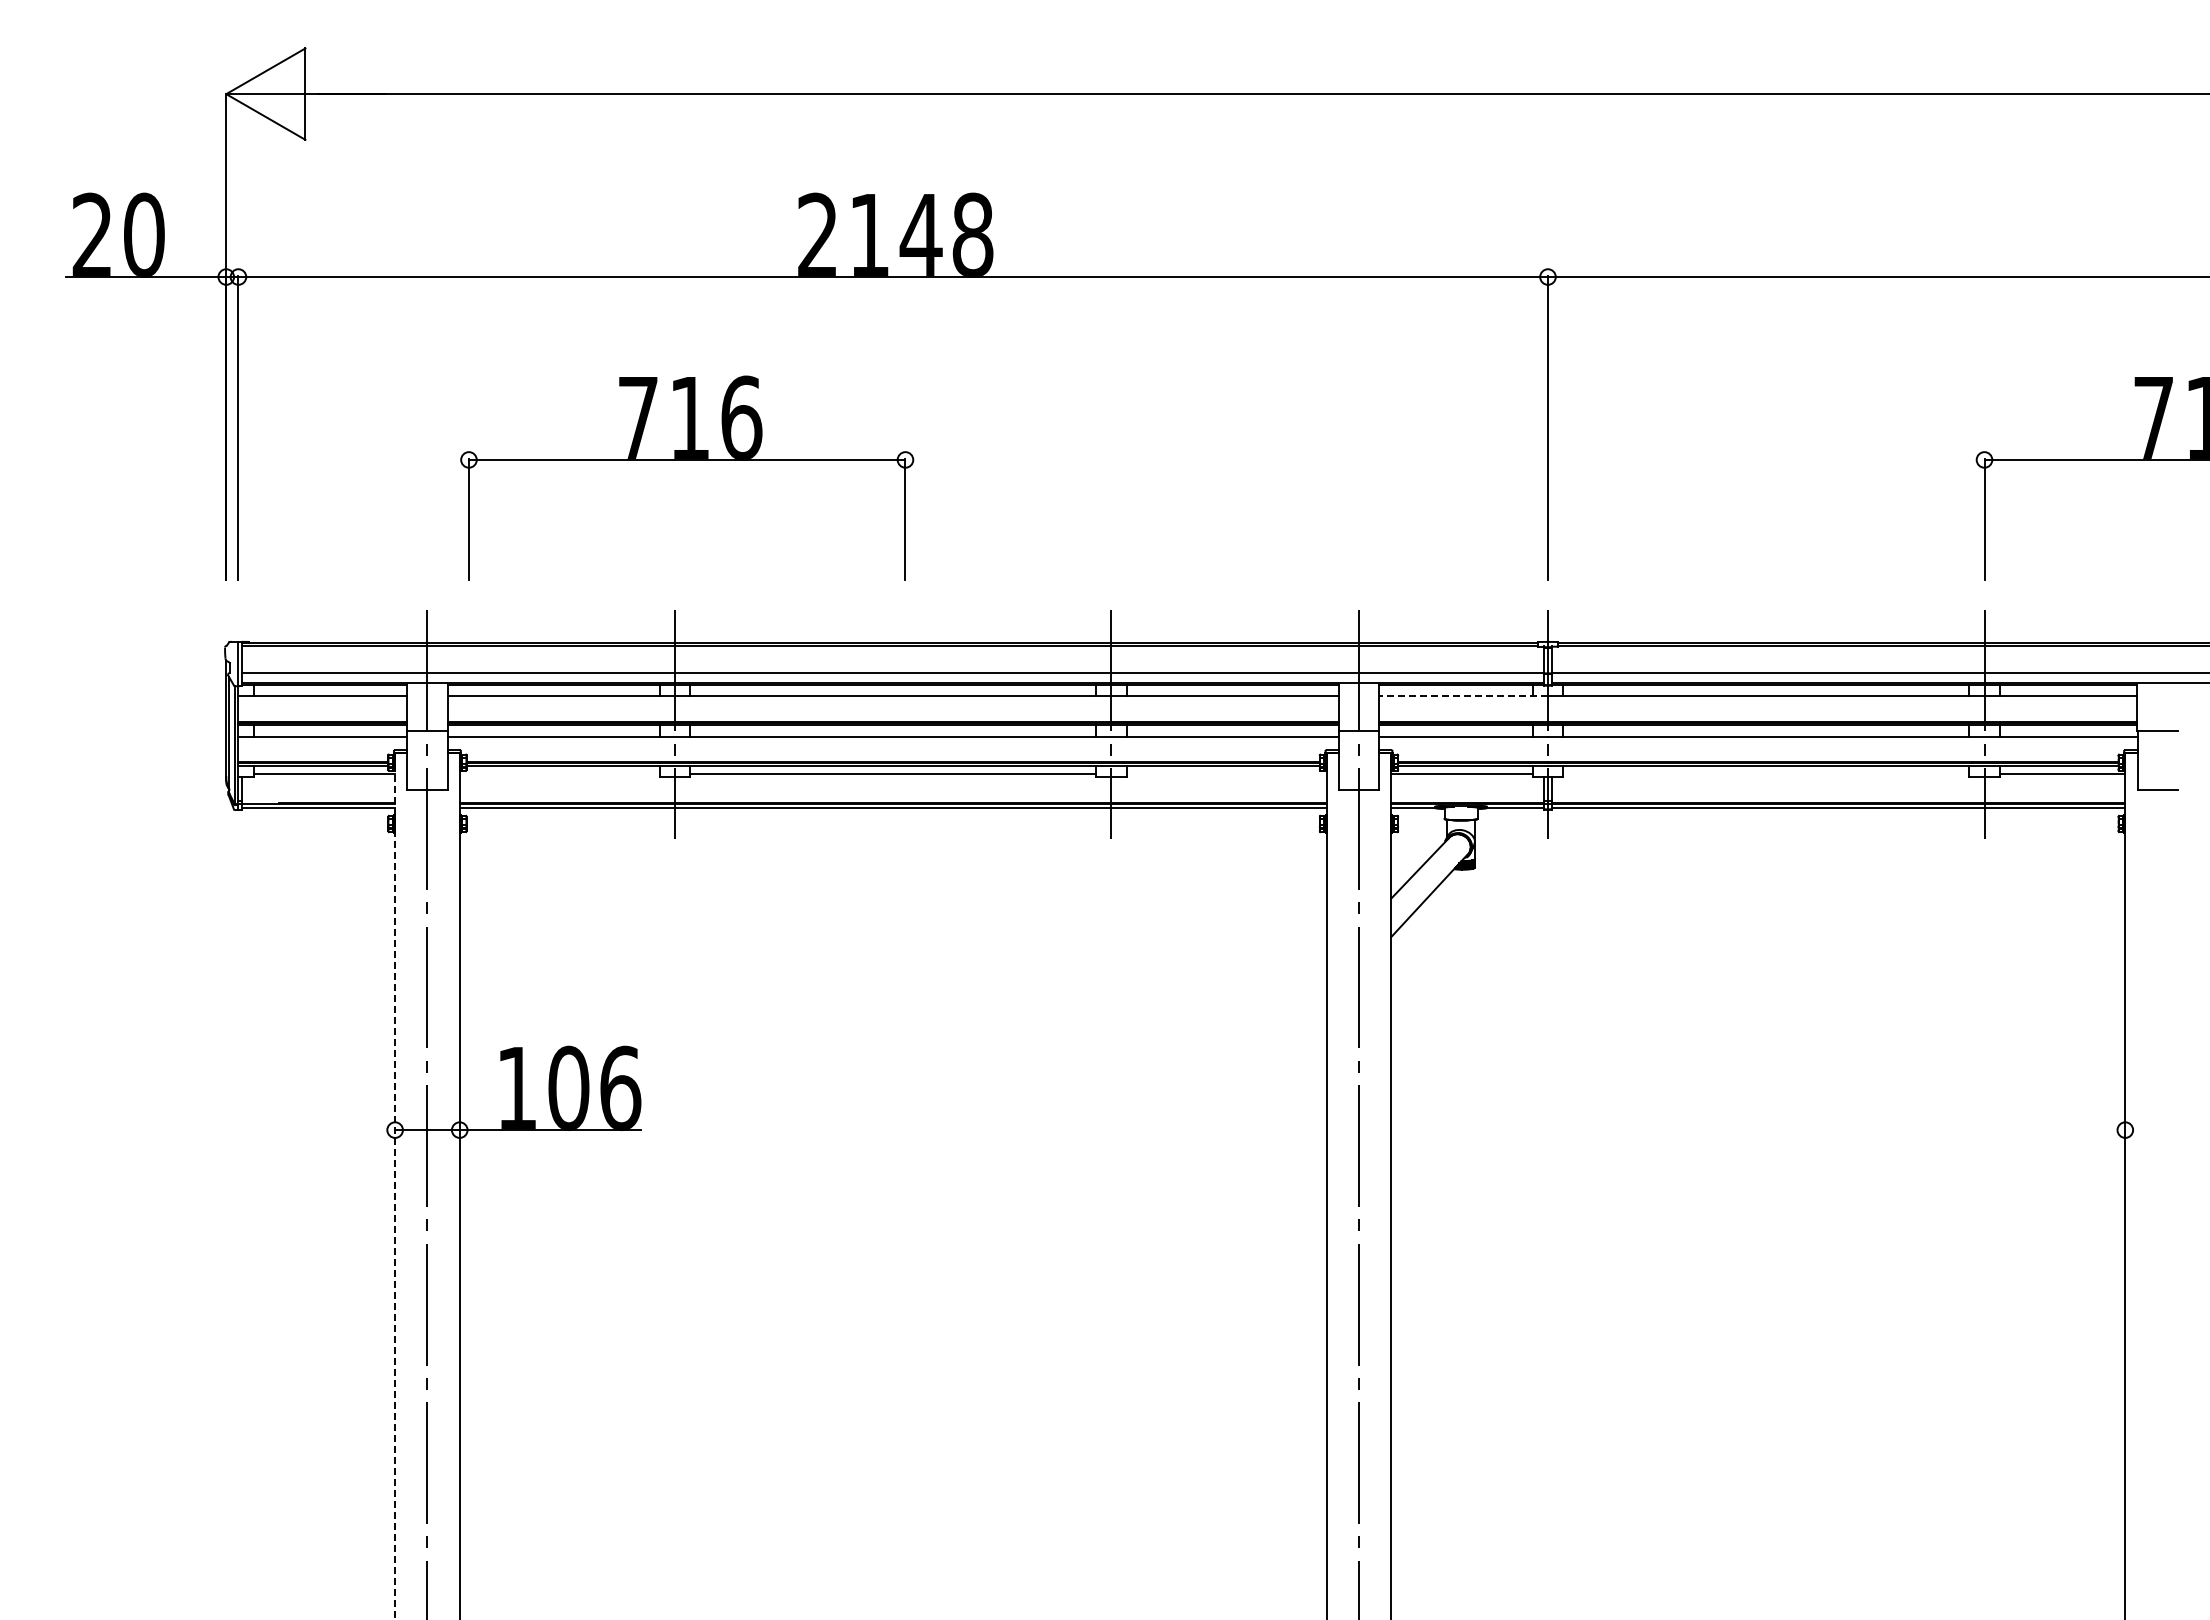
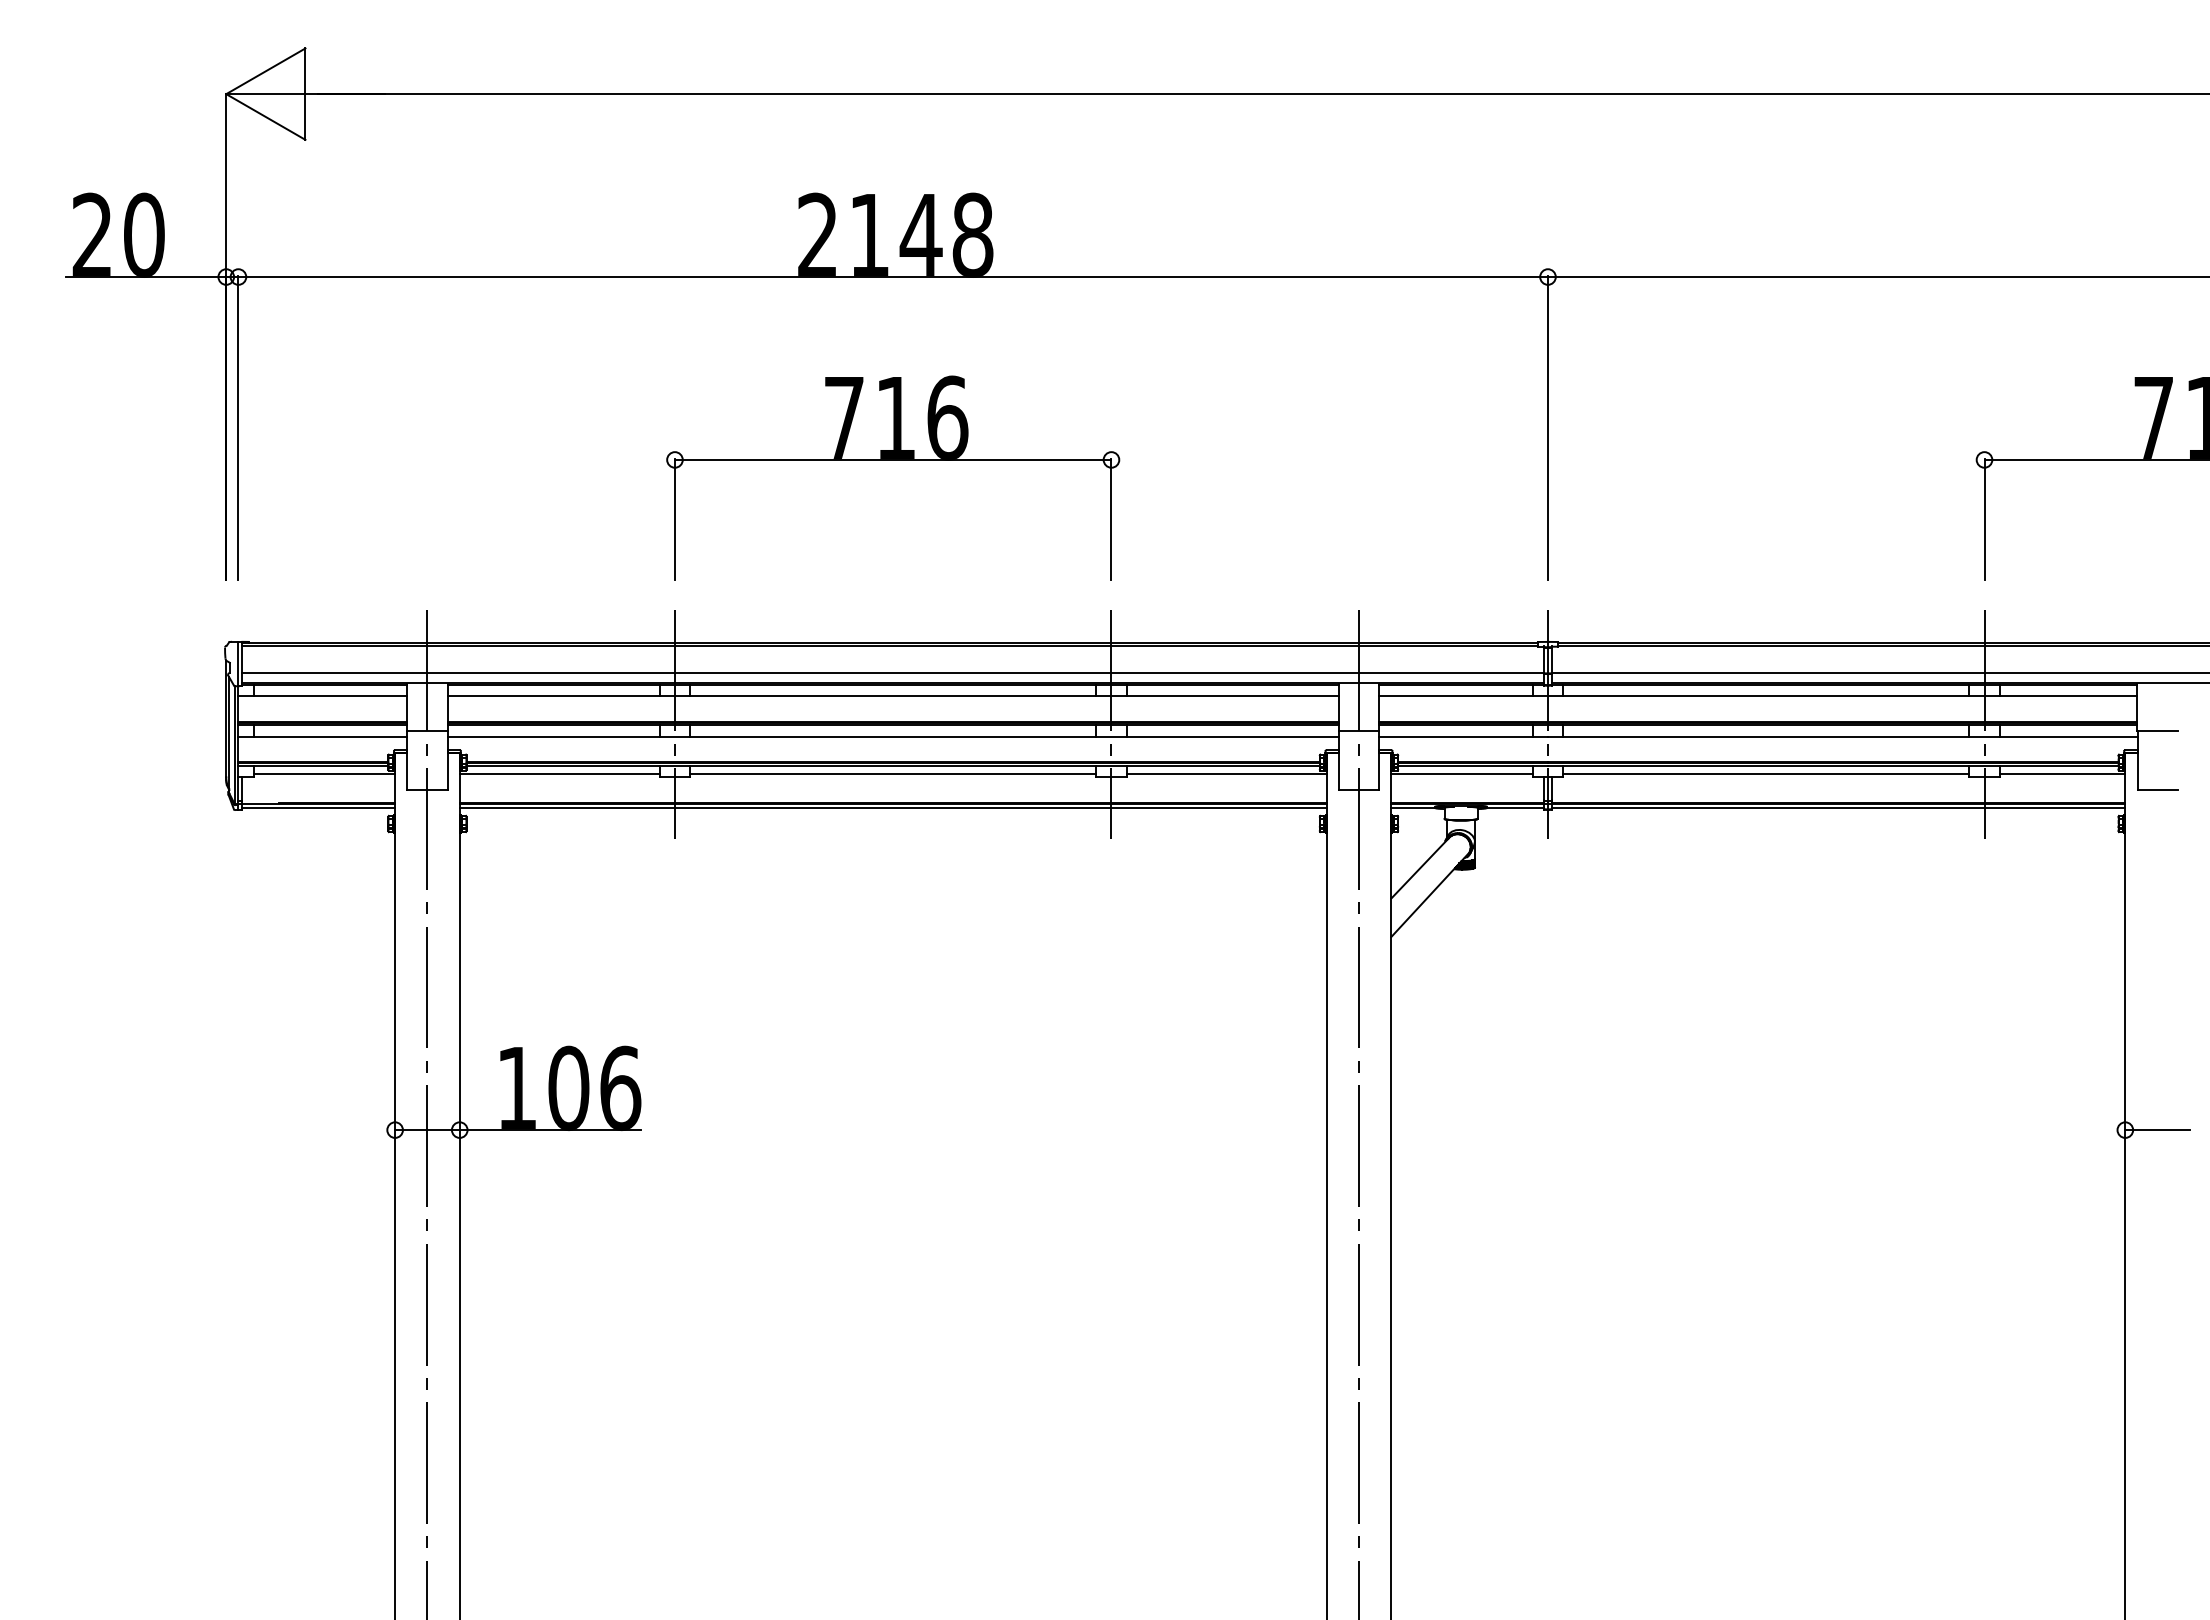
part at (687, 460) position: (687, 460) -> (893, 460)
line at (1463, 696): dashed -> solid
line at (559, 774): none -> present
line at (1226, 774): none -> present
line at (1766, 774): none -> present
line at (2157, 1130): none -> present
line at (395, 1187): dashed -> solid
